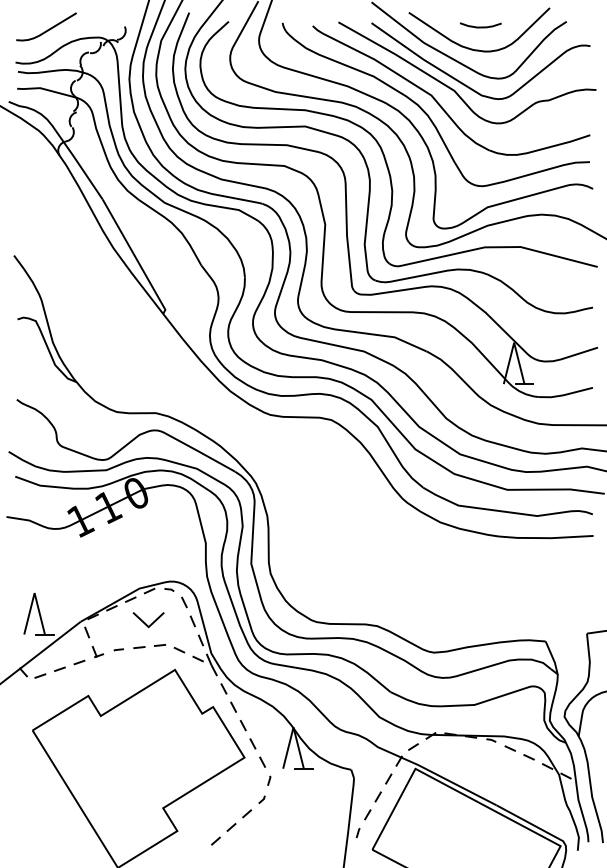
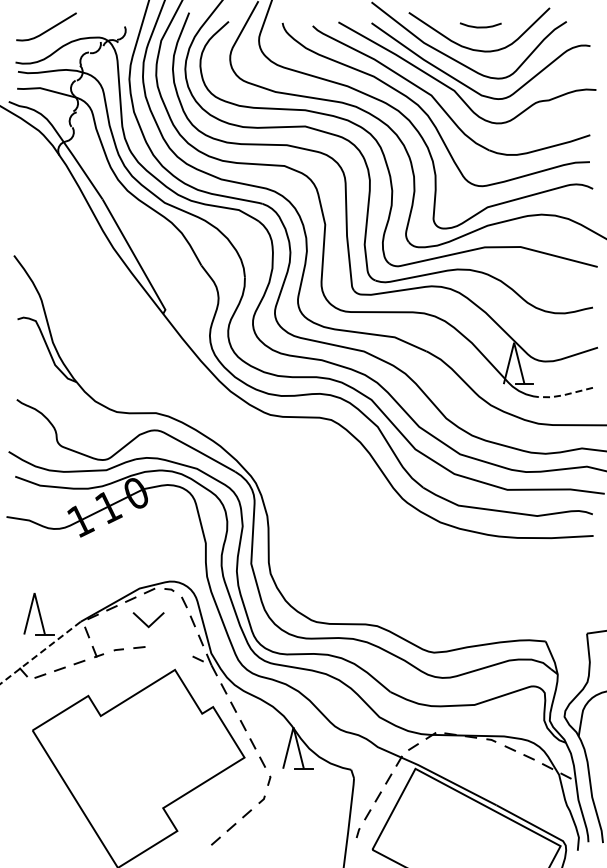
line at (564, 395): solid -> dashed
part at (169, 648): present -> none
line at (40, 652): solid -> dashed
